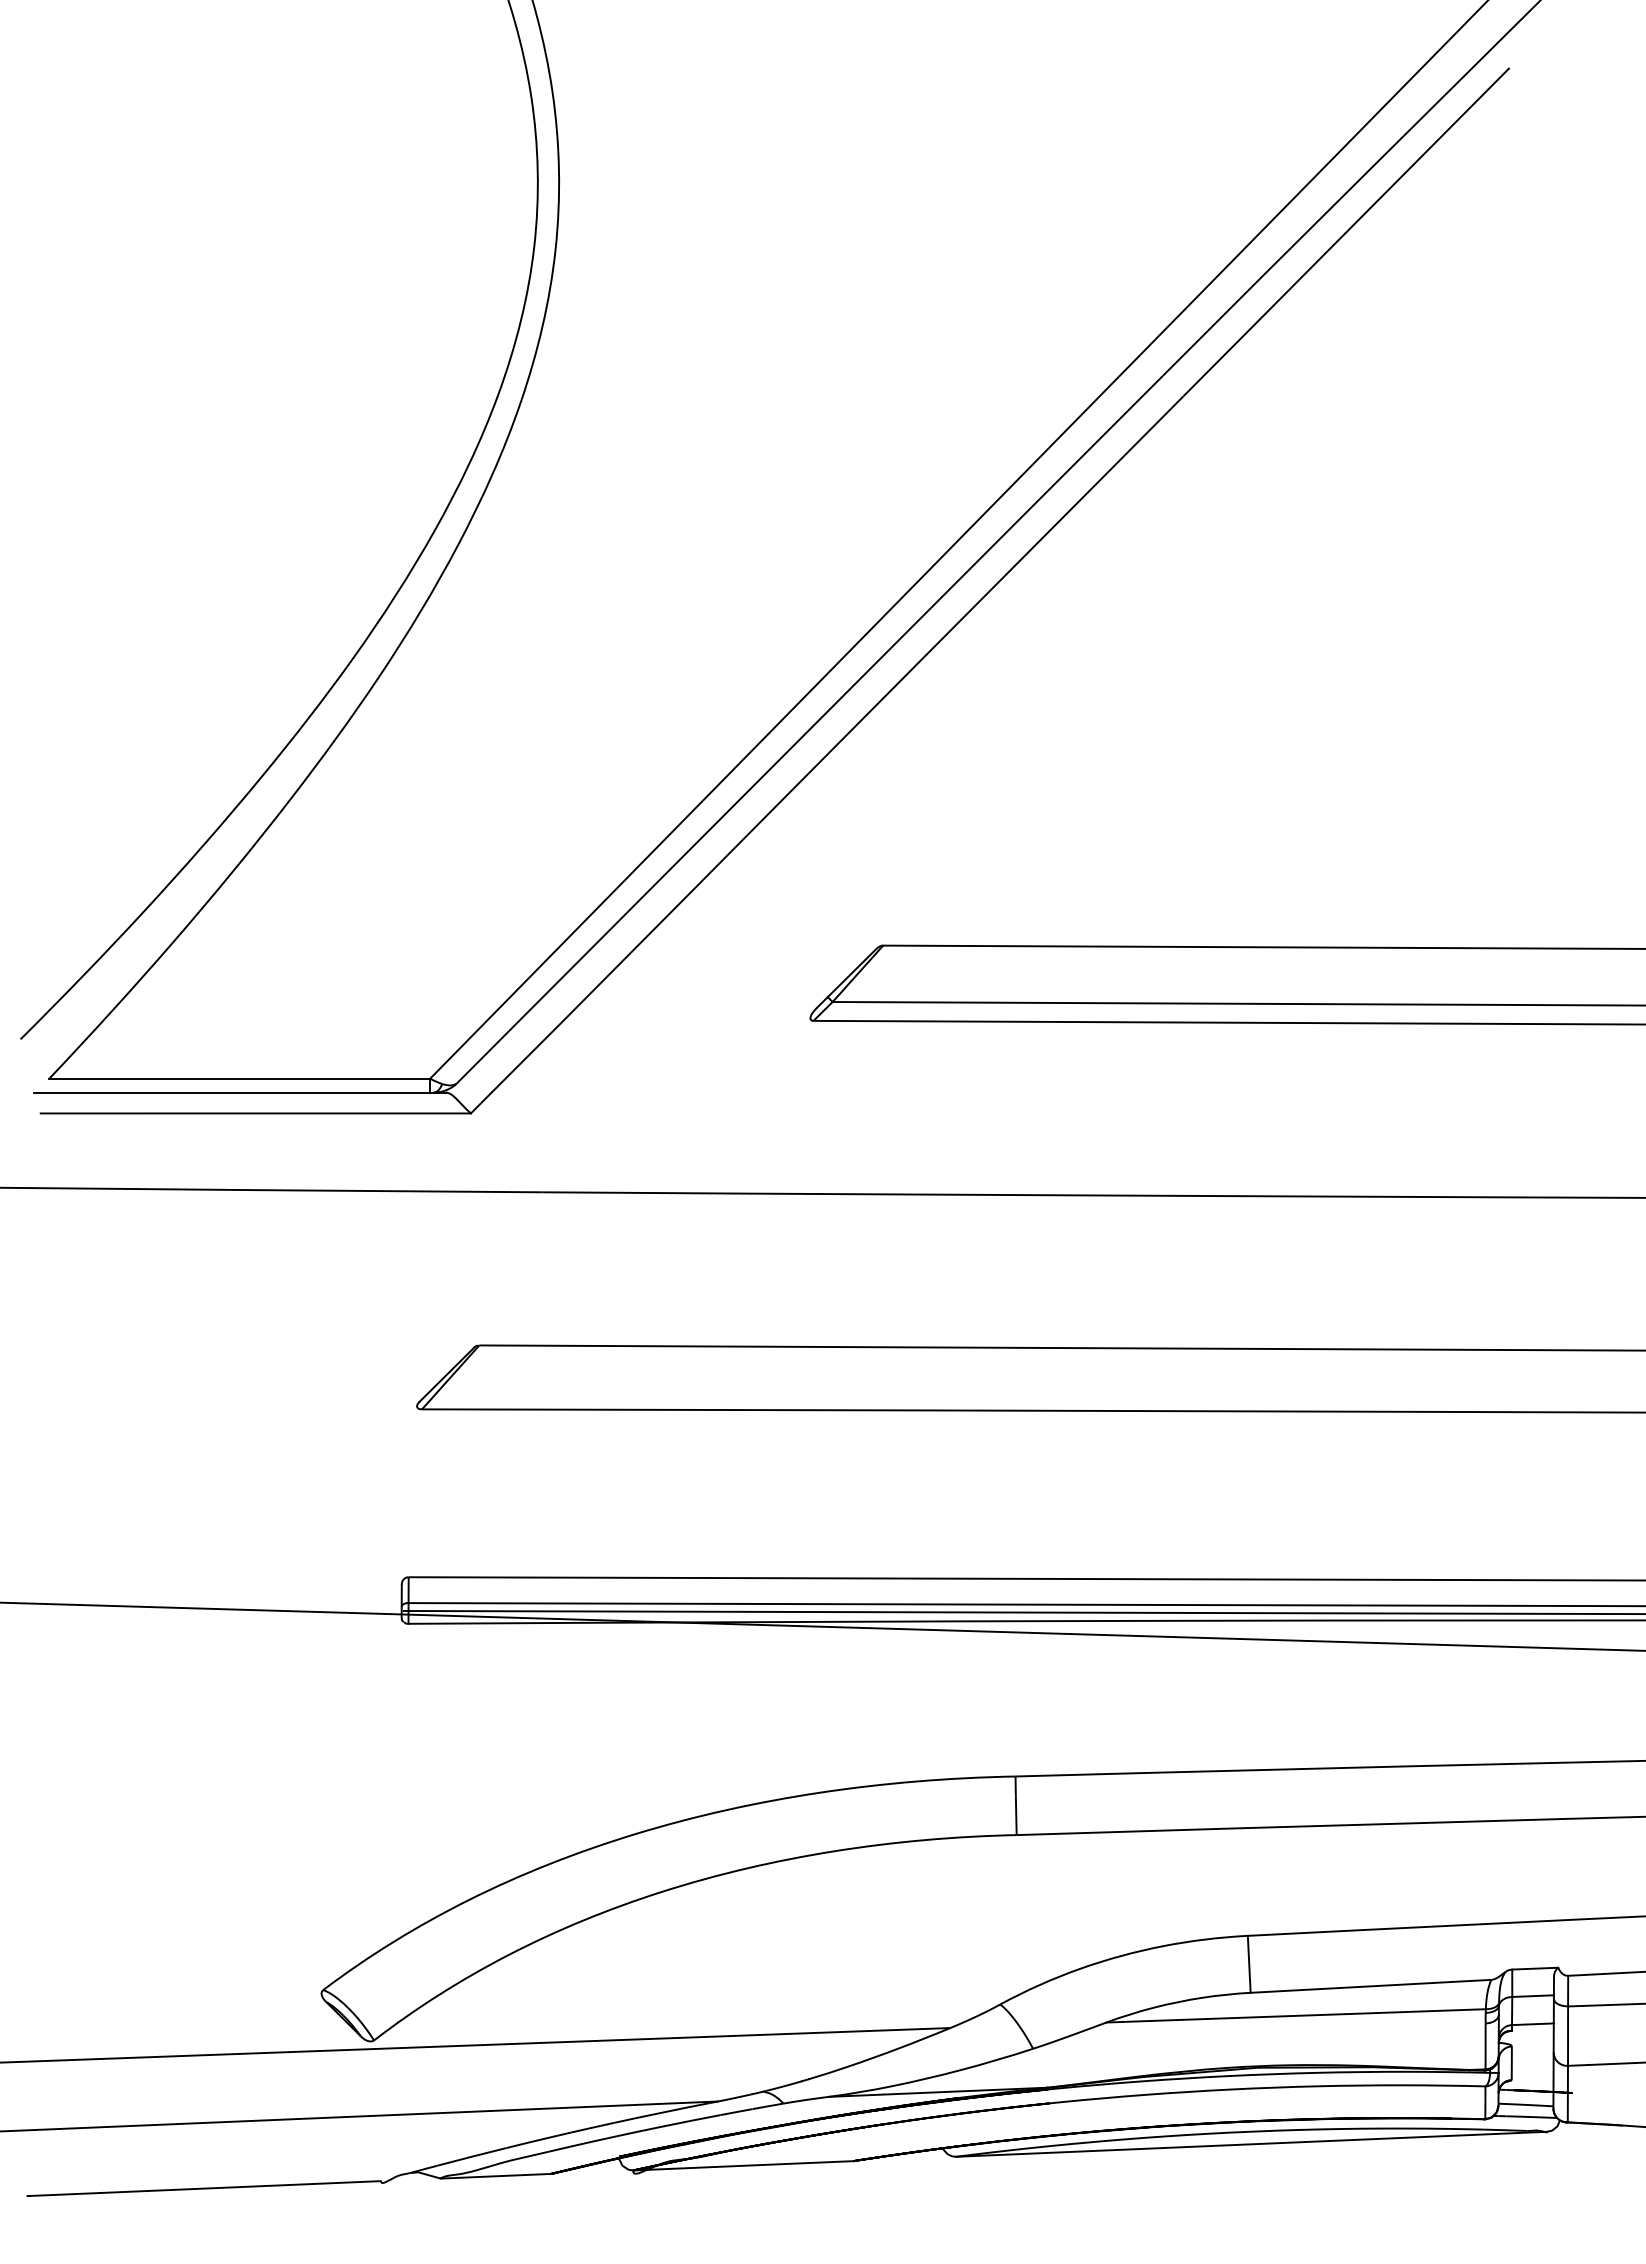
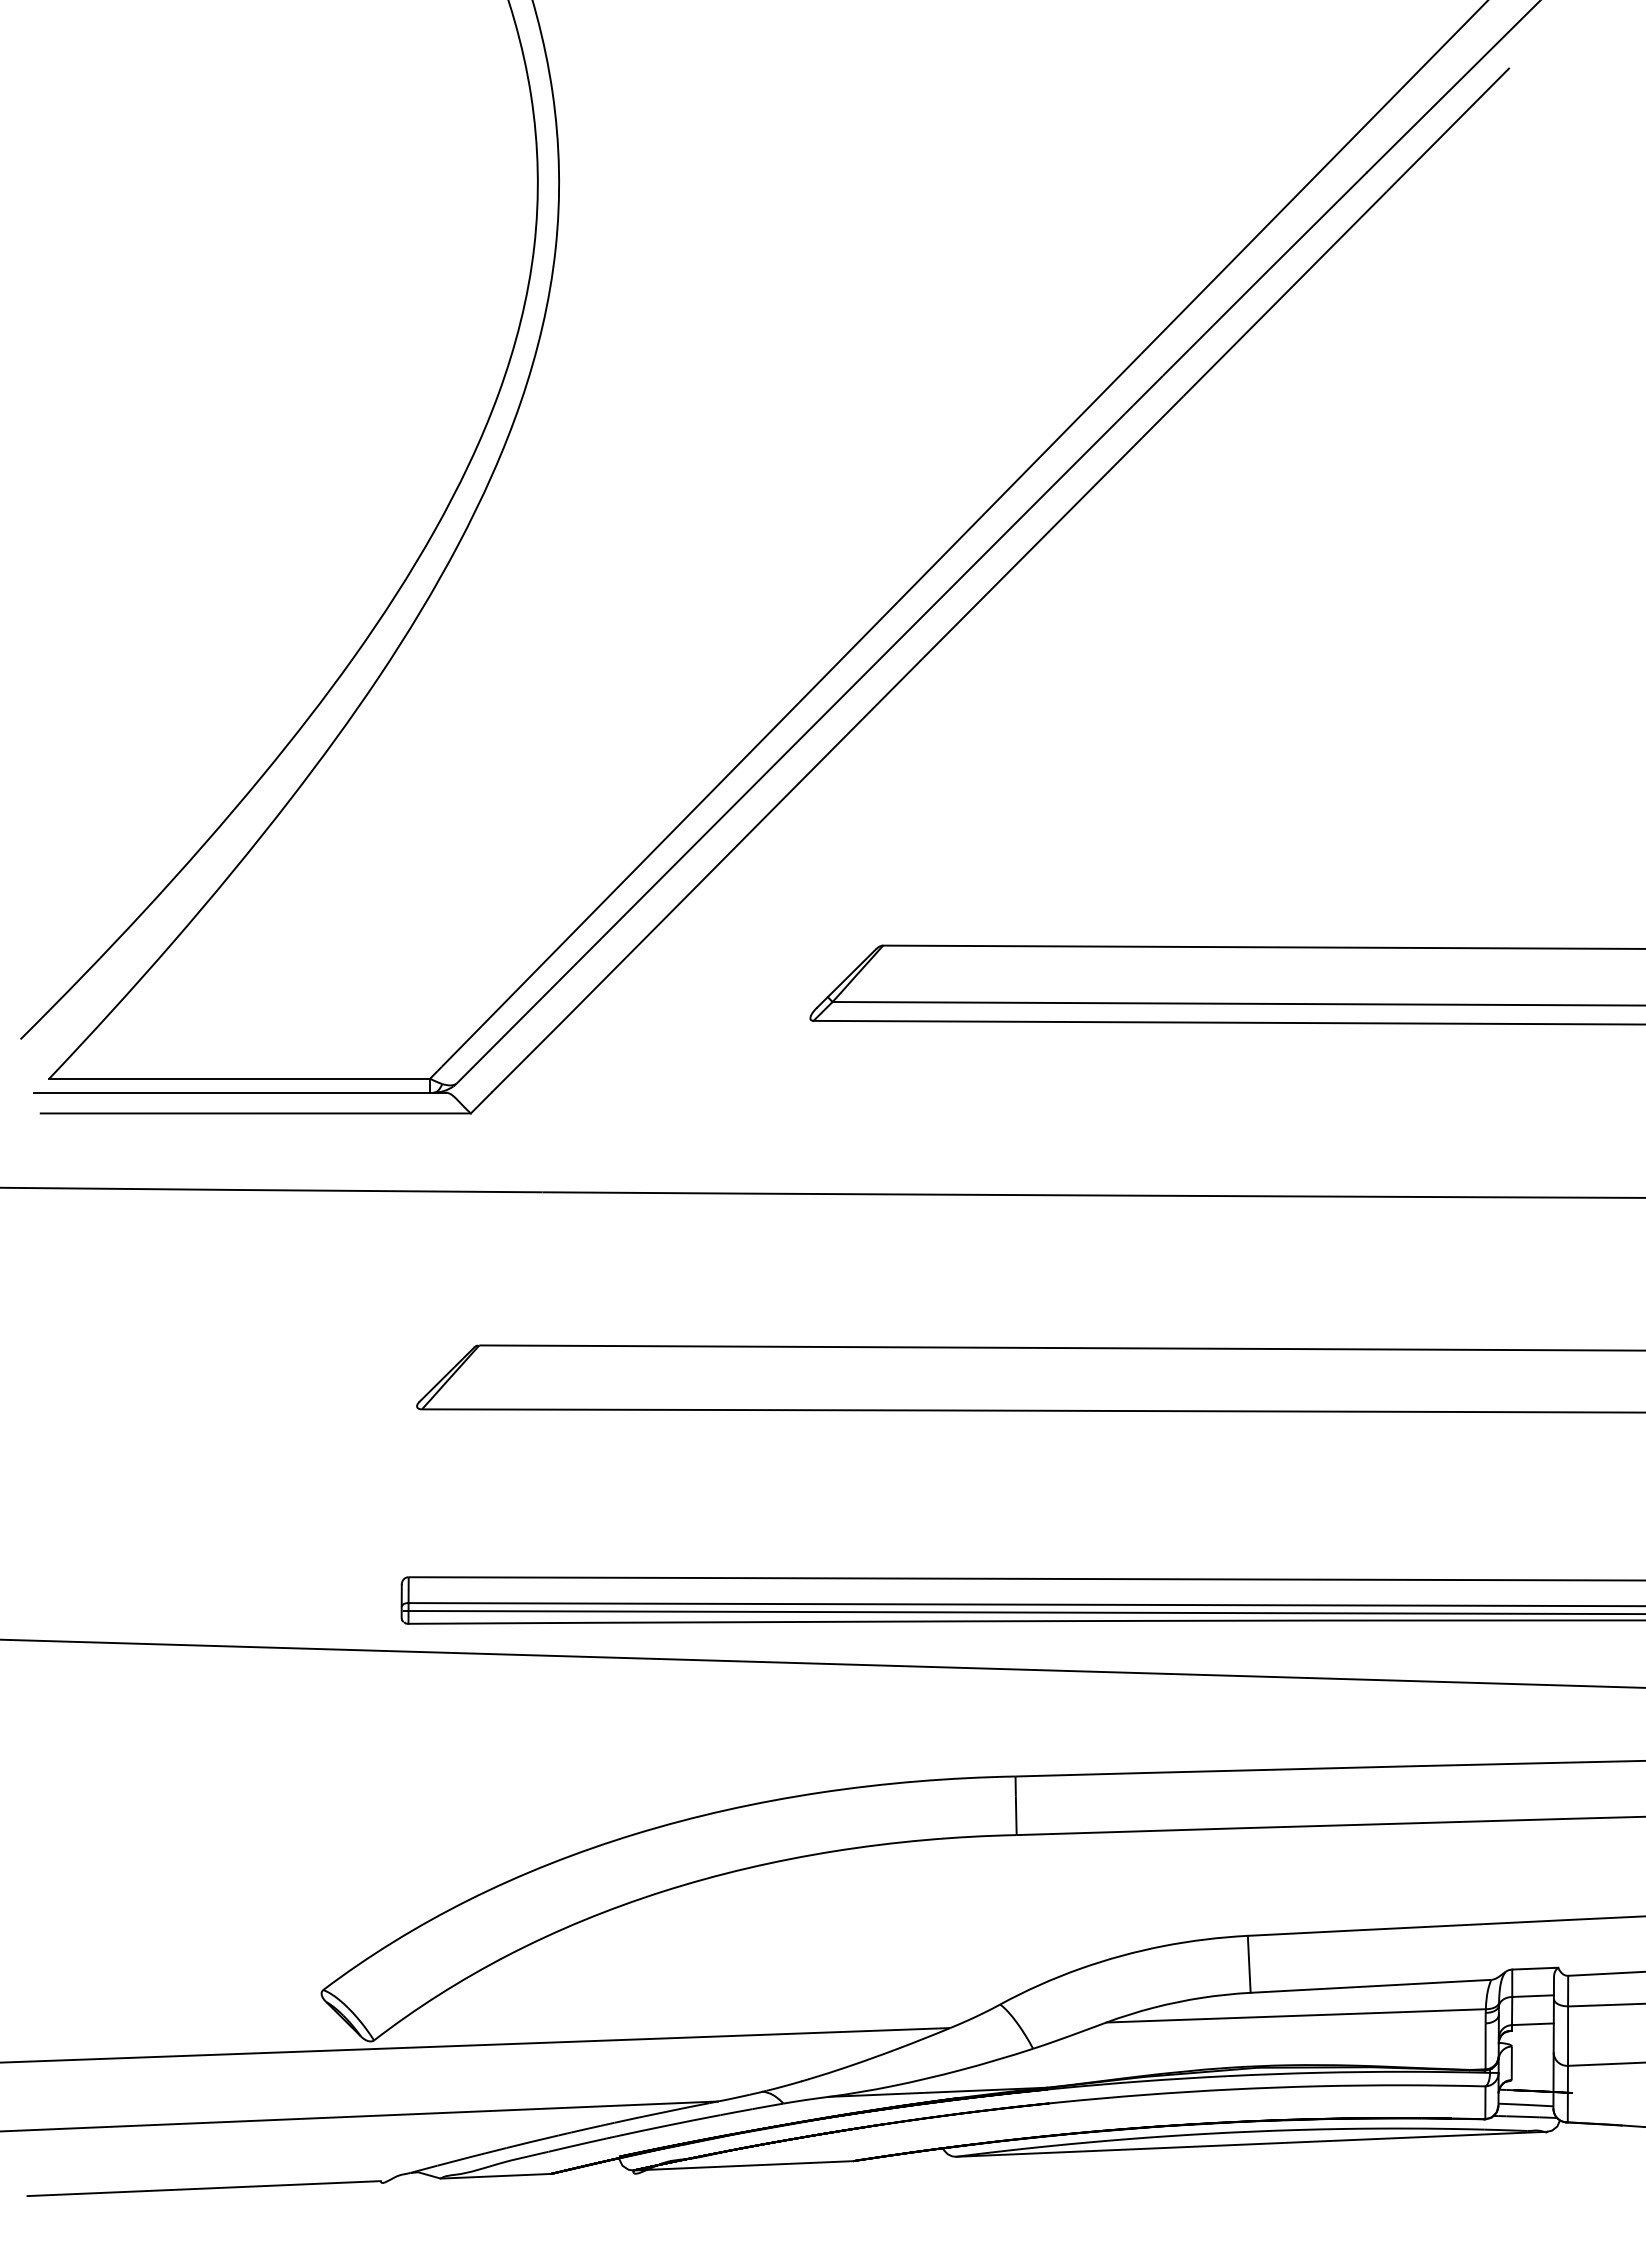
line at (822, 1626) position: (822, 1626) -> (822, 1663)
